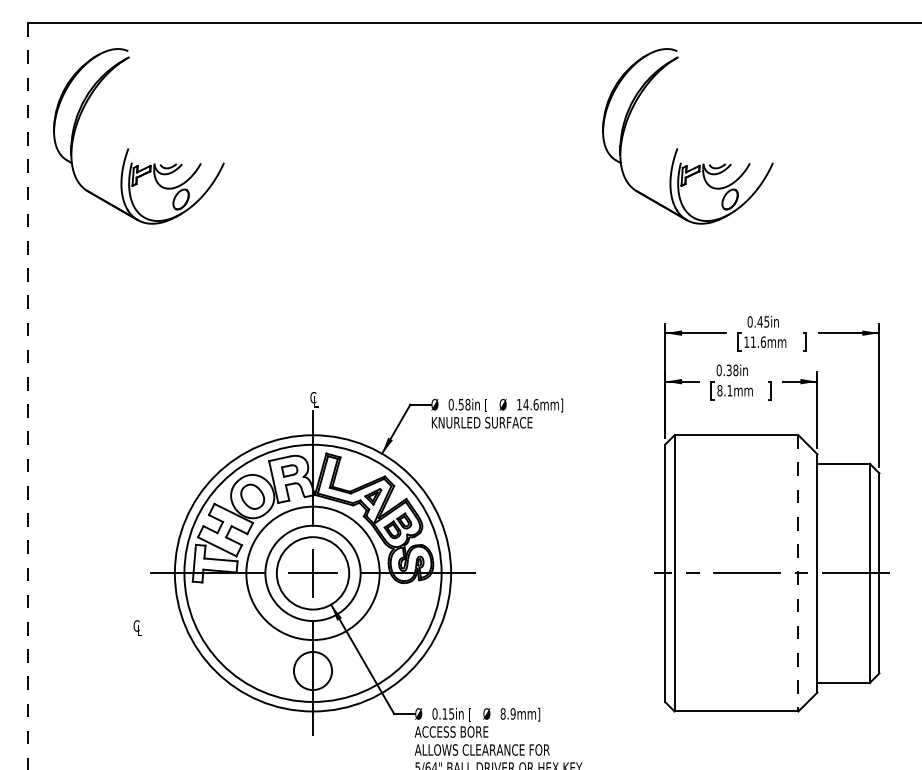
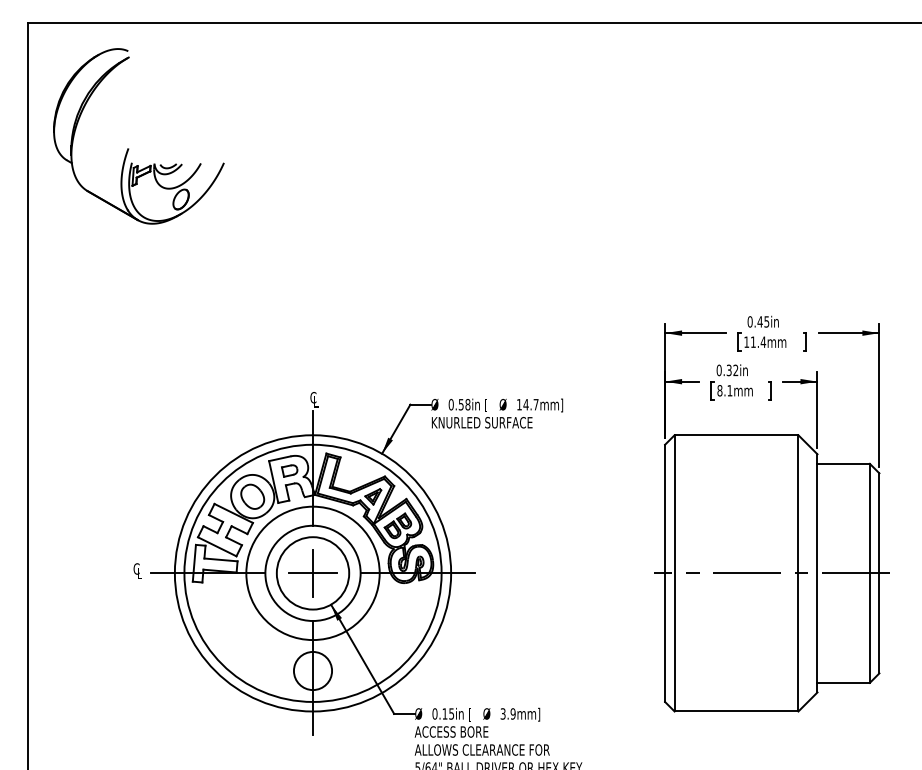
part at (678, 148): present -> none
text at (763, 341): 11.6mm -> 11.4mm
text at (735, 370): 0.38in -> 0.32in
line at (27, 396): dashed -> solid
text at (535, 404): 14.6mm] -> 14.7mm]
line at (798, 573): dashed -> solid
text at (137, 627) position: (137, 627) -> (137, 570)
text at (502, 713): 8.9mm] -> 3.9mm]
